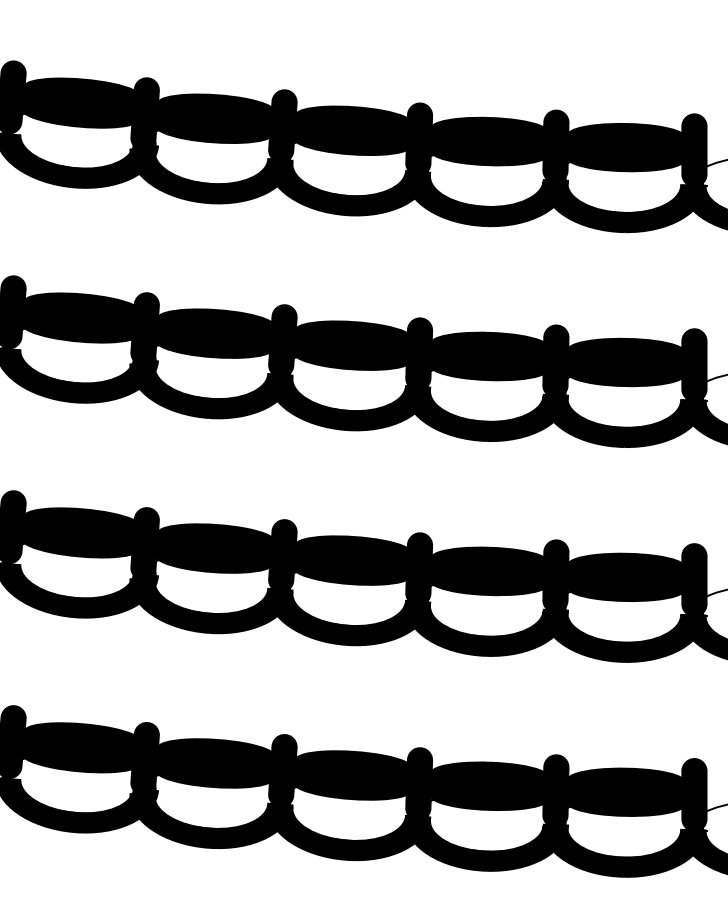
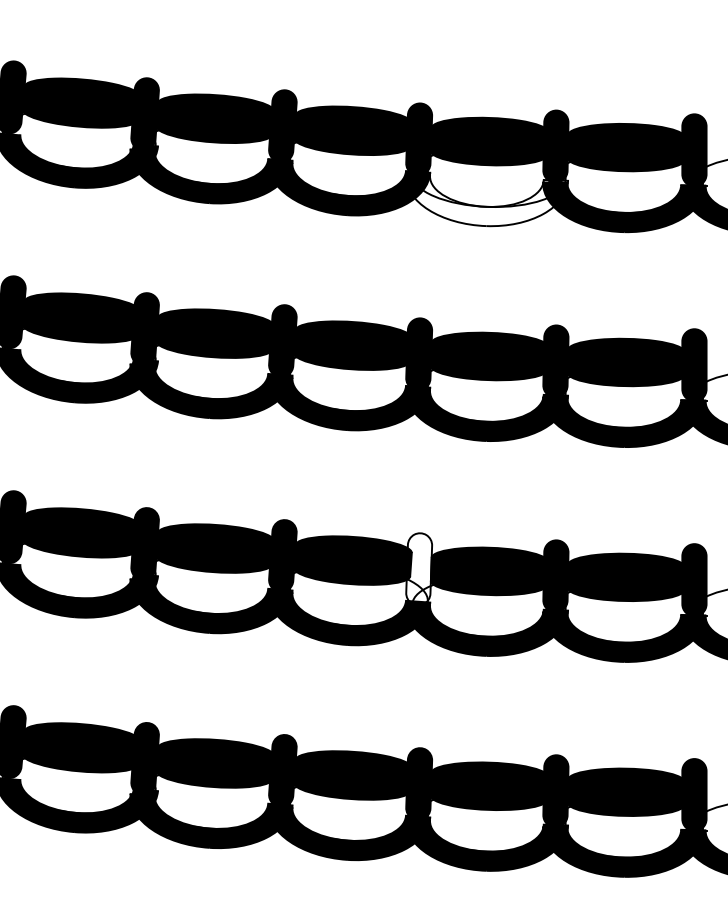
fill at (486, 200): present -> none
fill at (419, 569): present -> none
